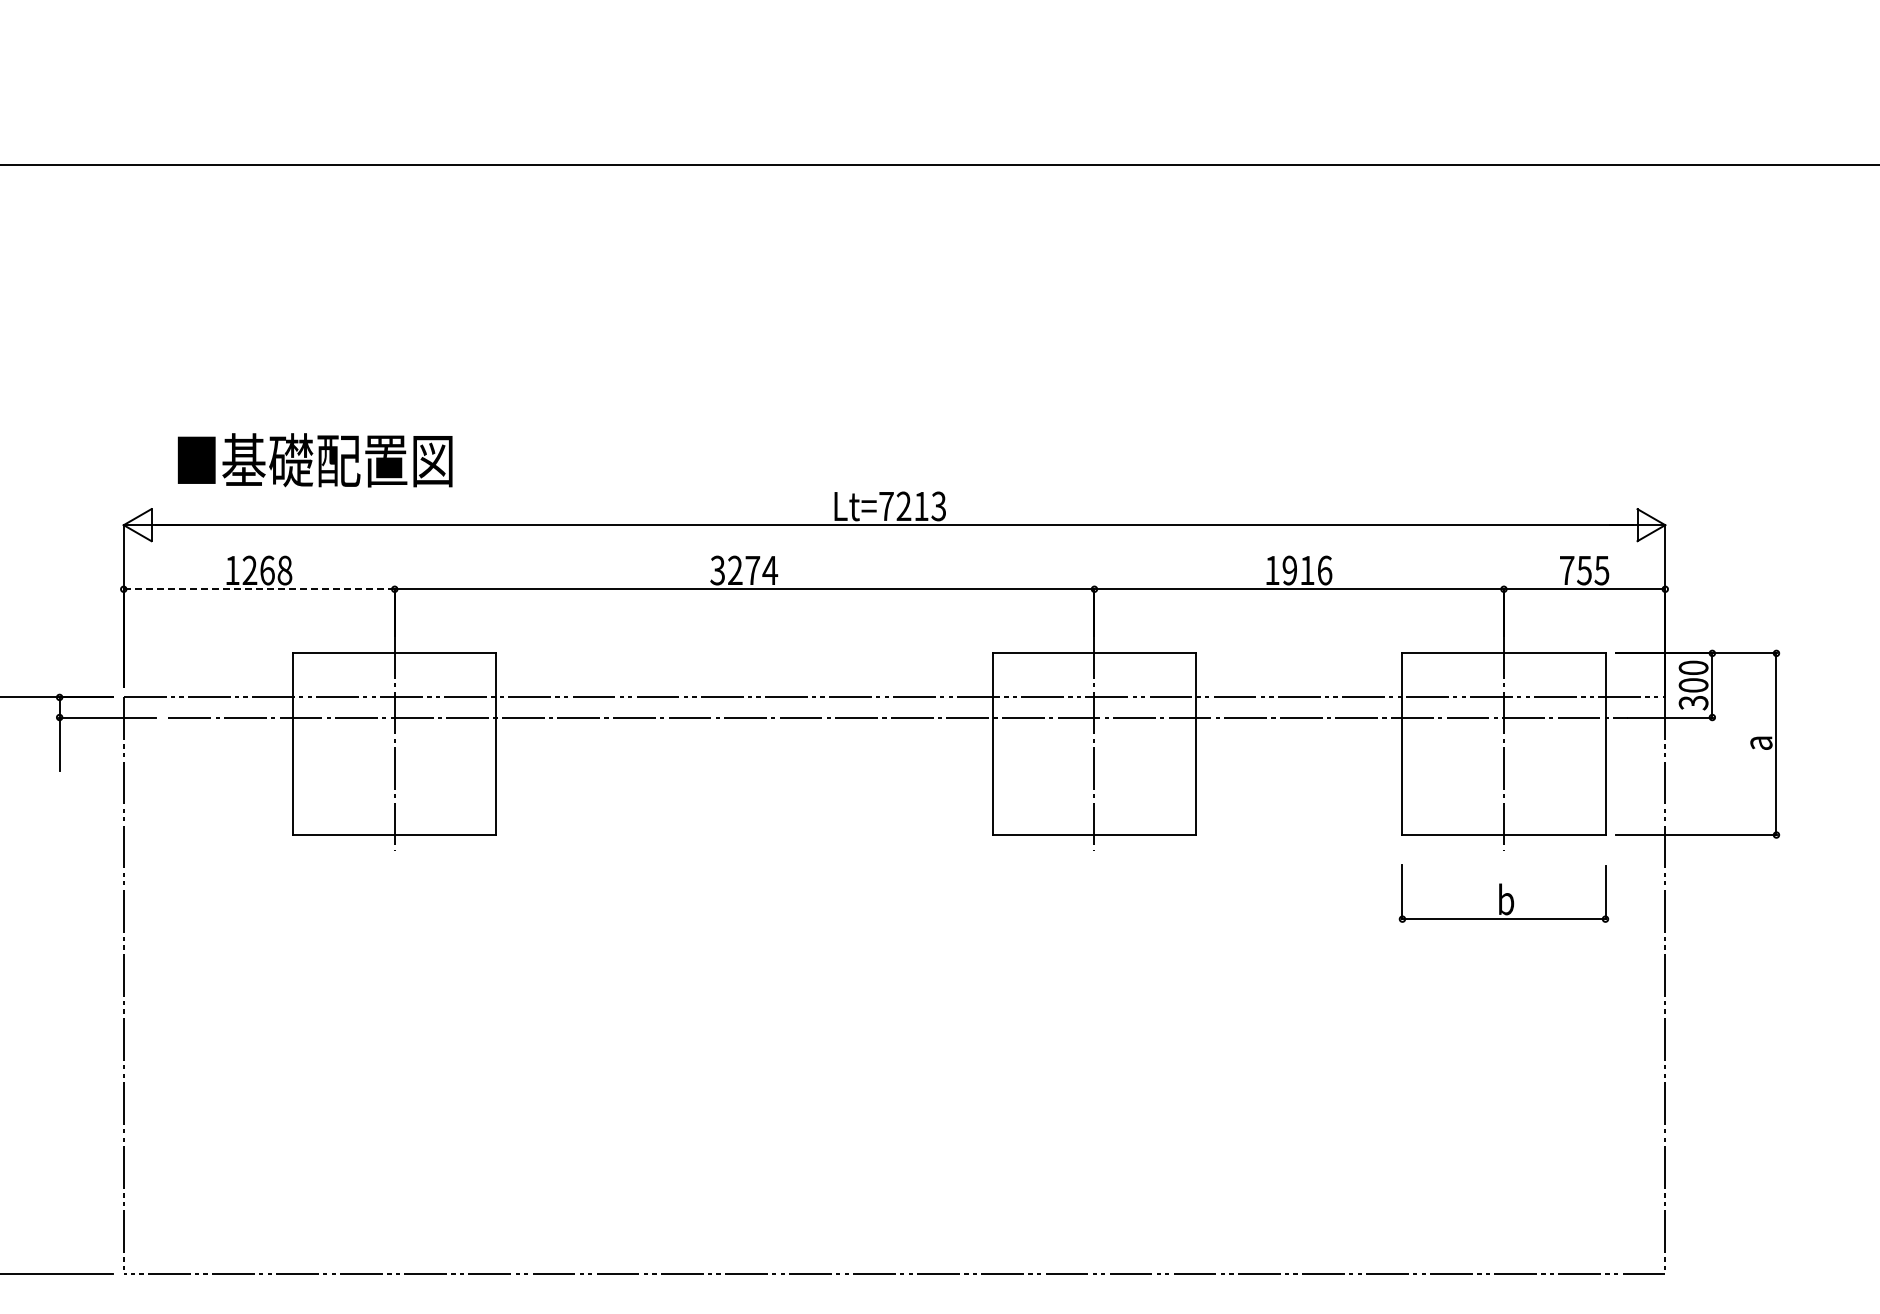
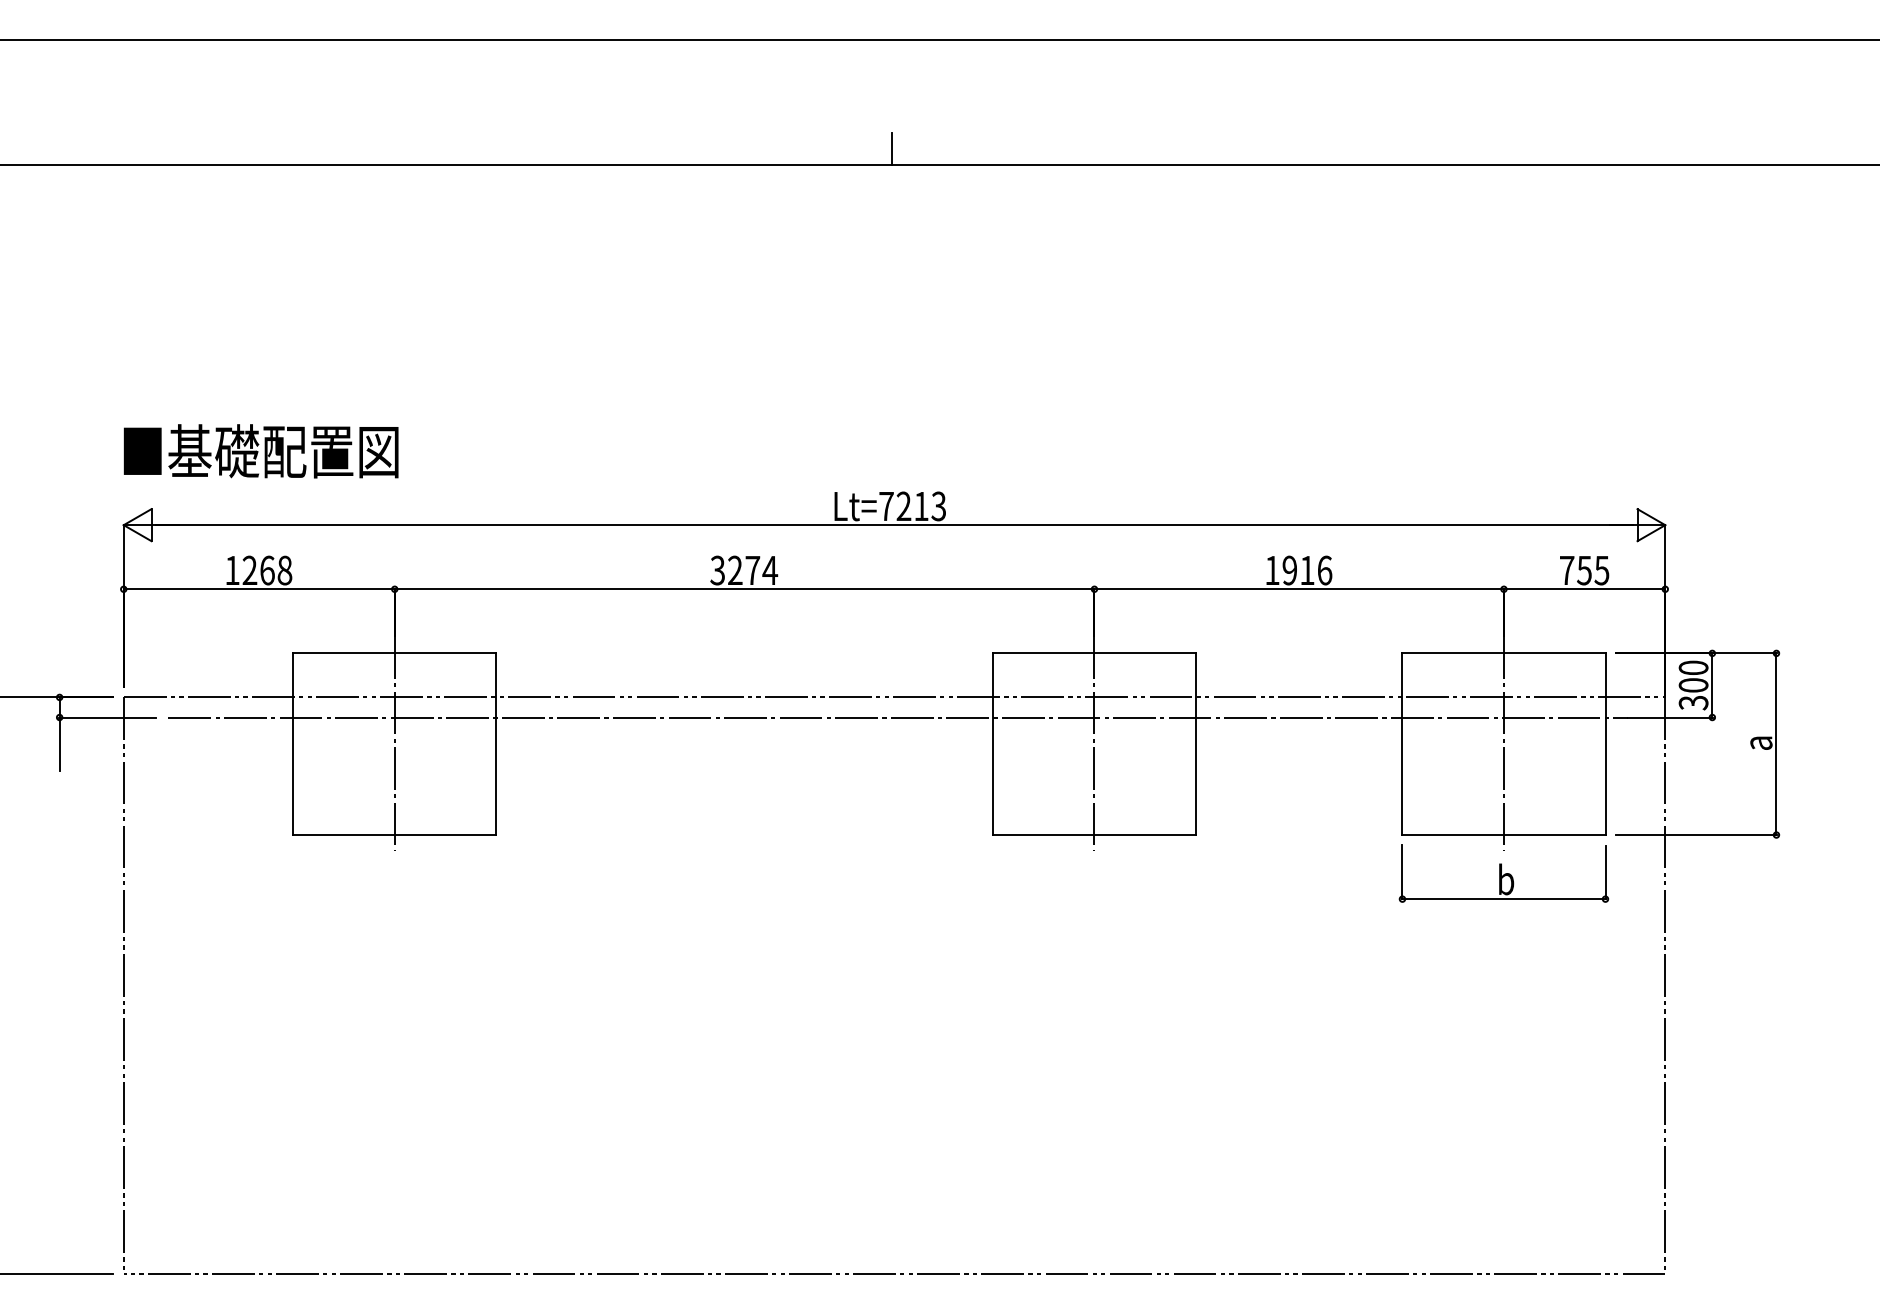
line at (939, 39): none -> present
line at (891, 148): none -> present
text at (314, 460) position: (314, 460) -> (260, 451)
line at (258, 589): dashed -> solid
part at (1503, 893) position: (1503, 893) -> (1503, 873)
